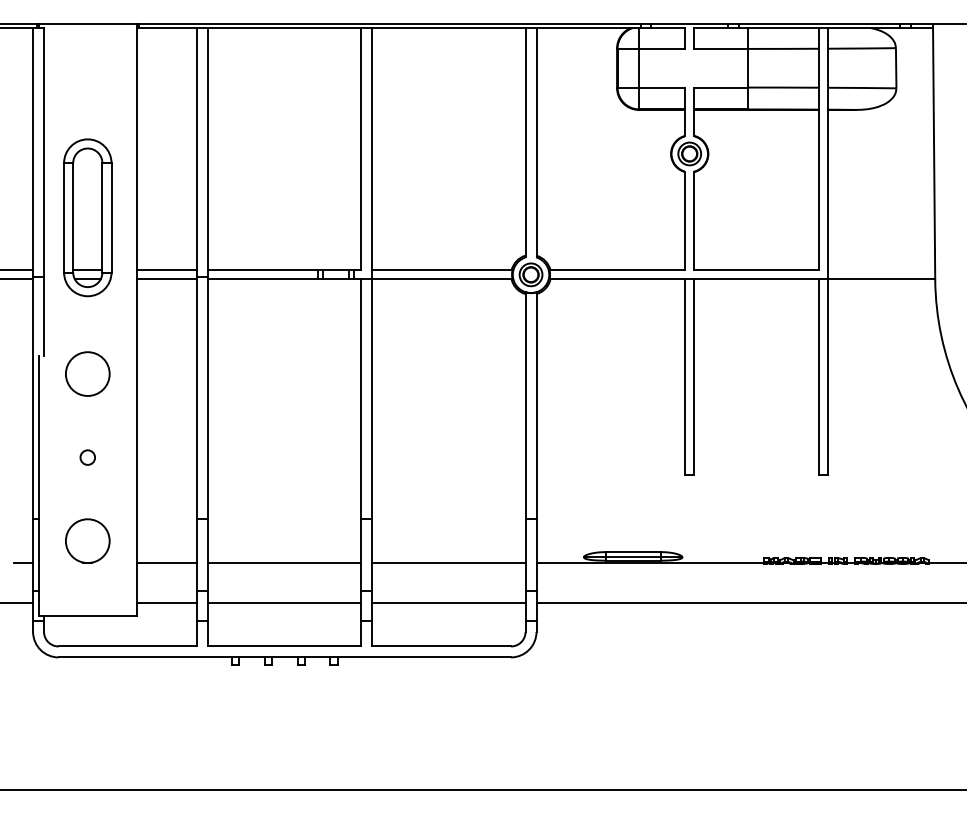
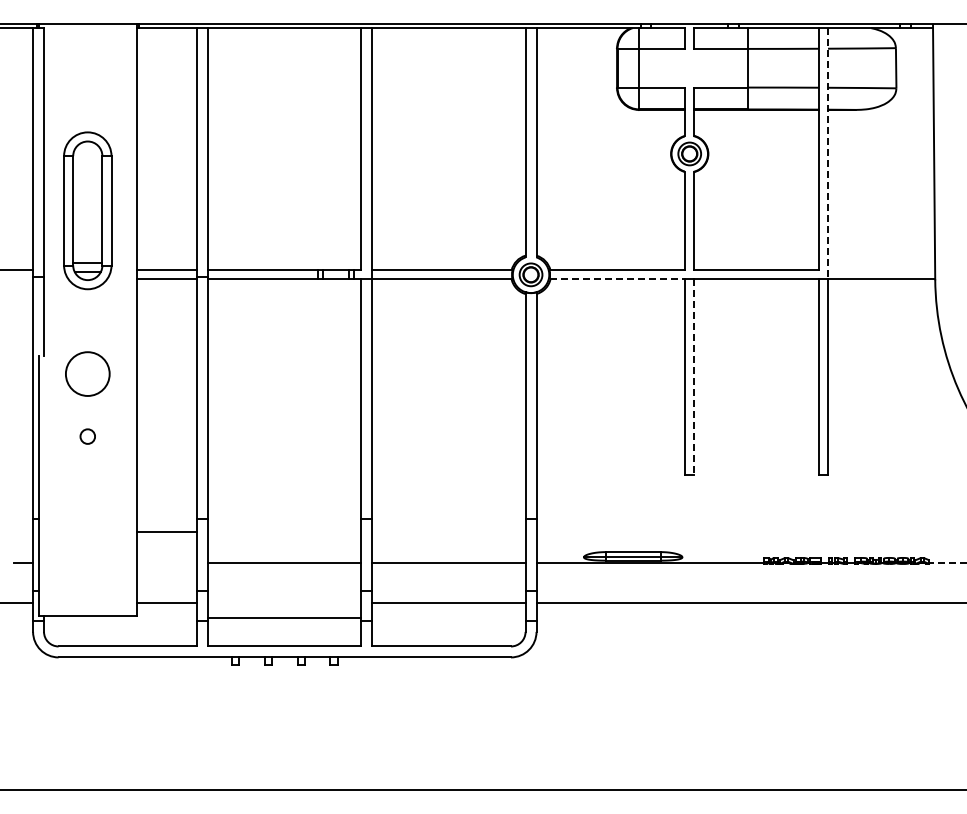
line at (828, 153): solid -> dashed
part at (87, 217) position: (87, 217) -> (87, 210)
line at (17, 279): present -> none
line at (617, 279): solid -> dashed
line at (693, 377): solid -> dashed
circle at (87, 457) position: (87, 457) -> (87, 436)
circle at (87, 540): present -> none
line at (167, 562) position: (167, 562) -> (167, 531)
line at (947, 562): solid -> dashed
line at (284, 602) position: (284, 602) -> (284, 617)
